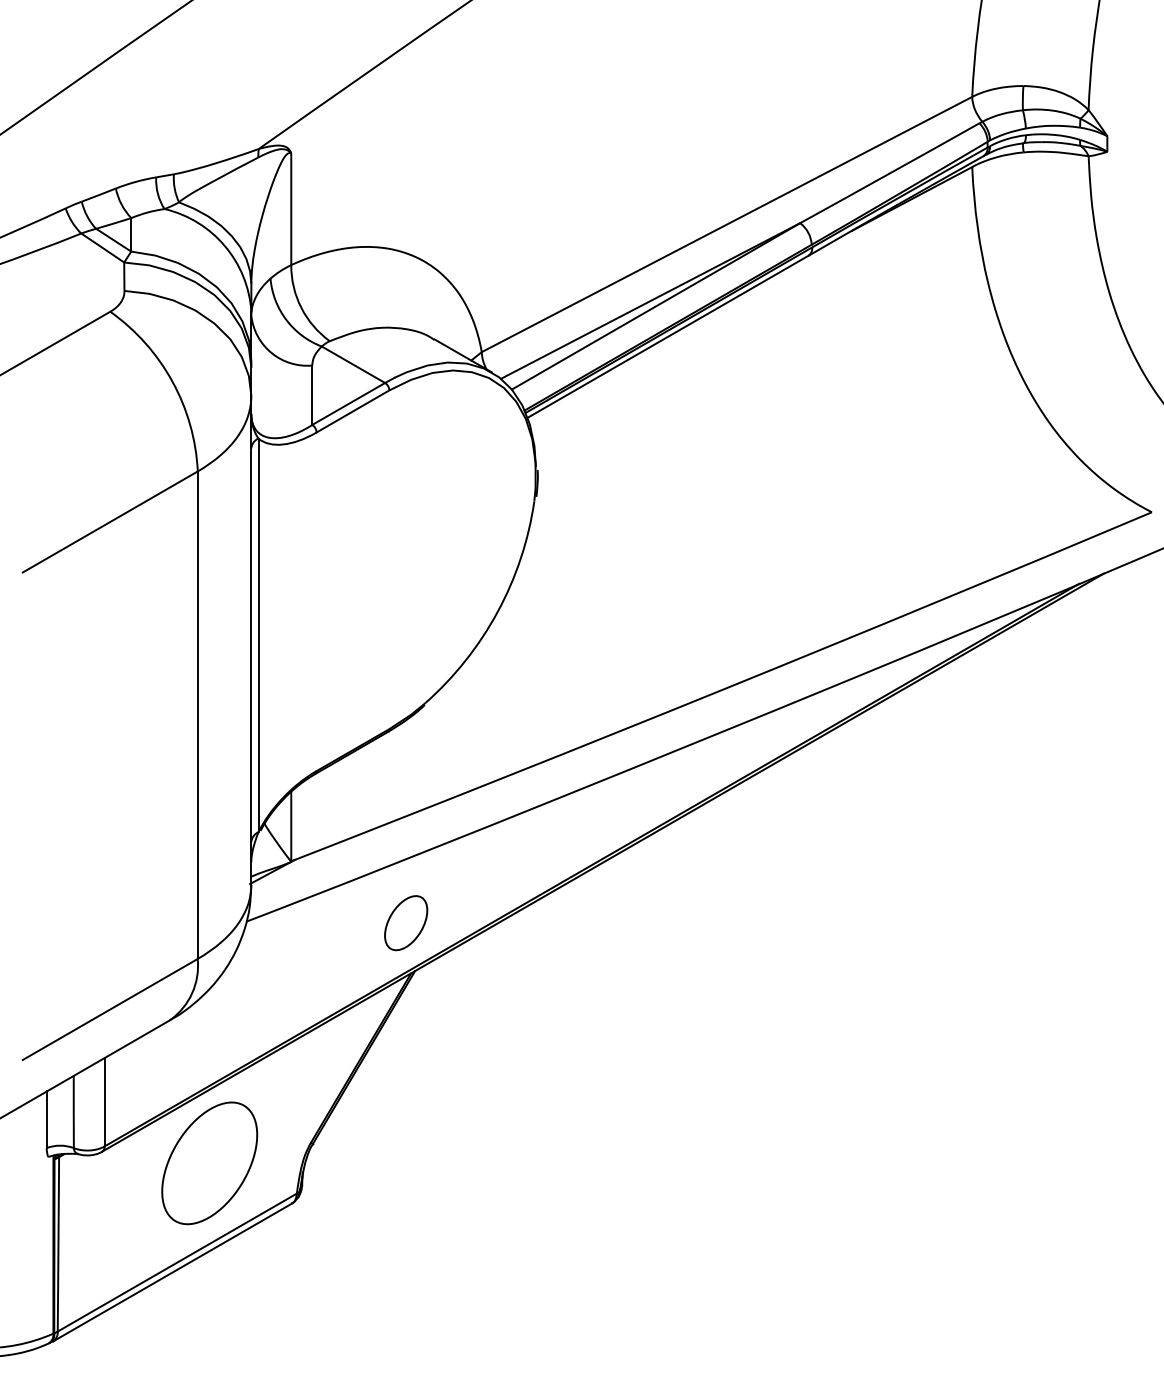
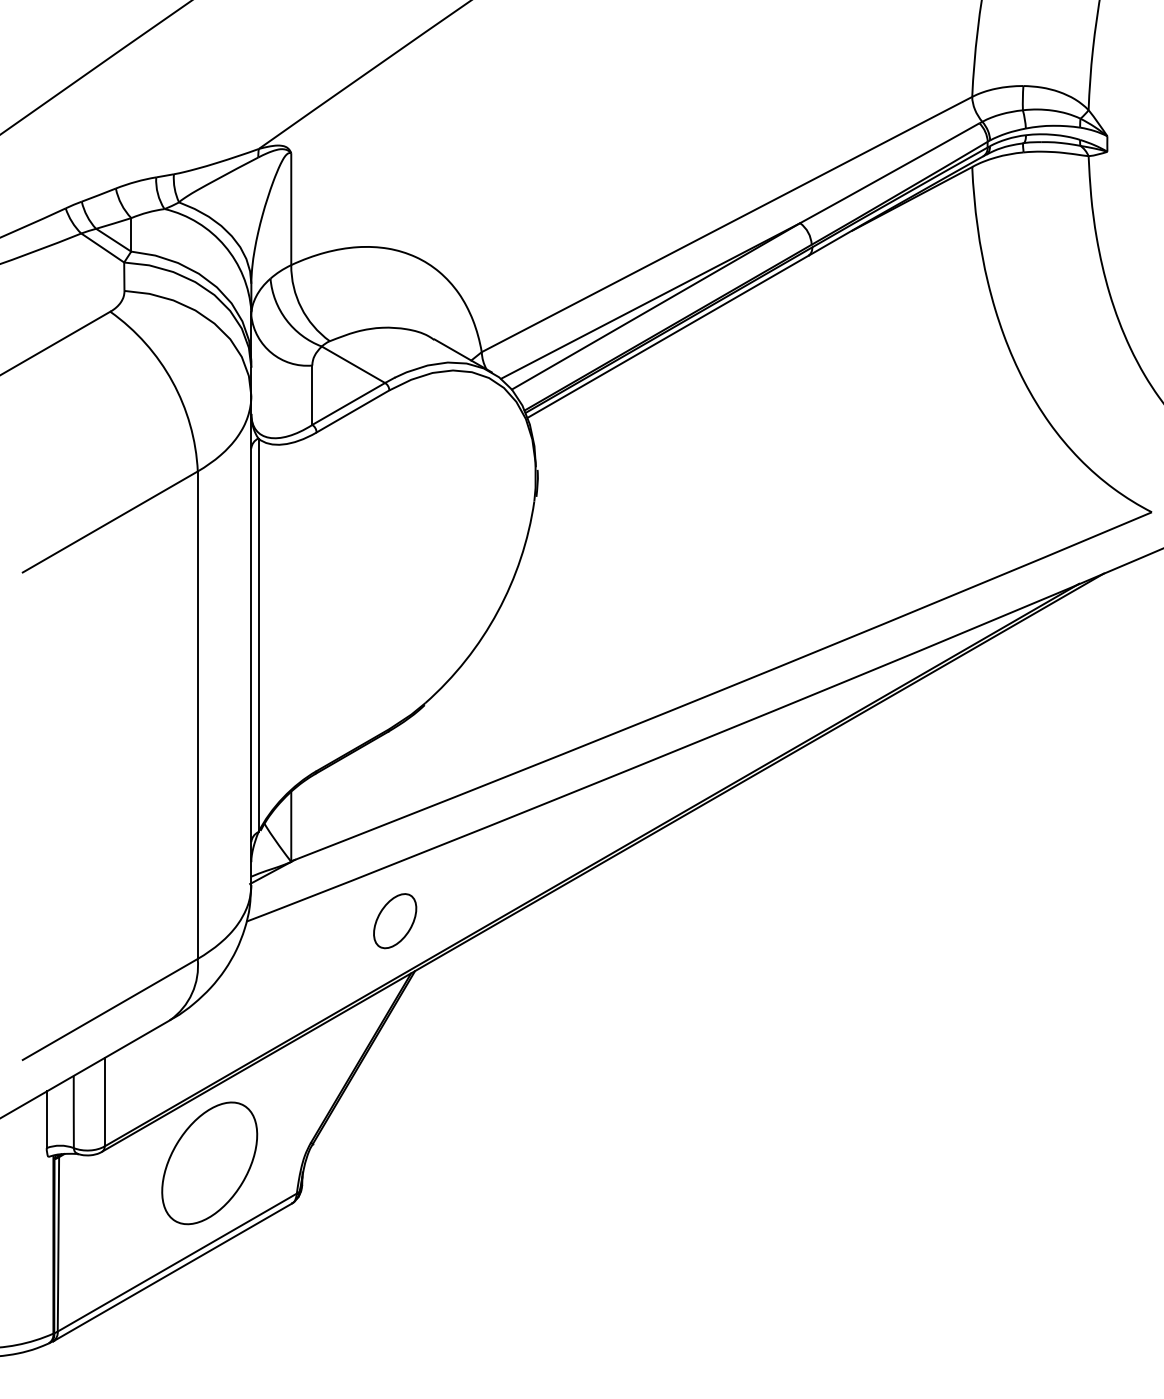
part at (406, 923) position: (406, 923) -> (395, 921)
